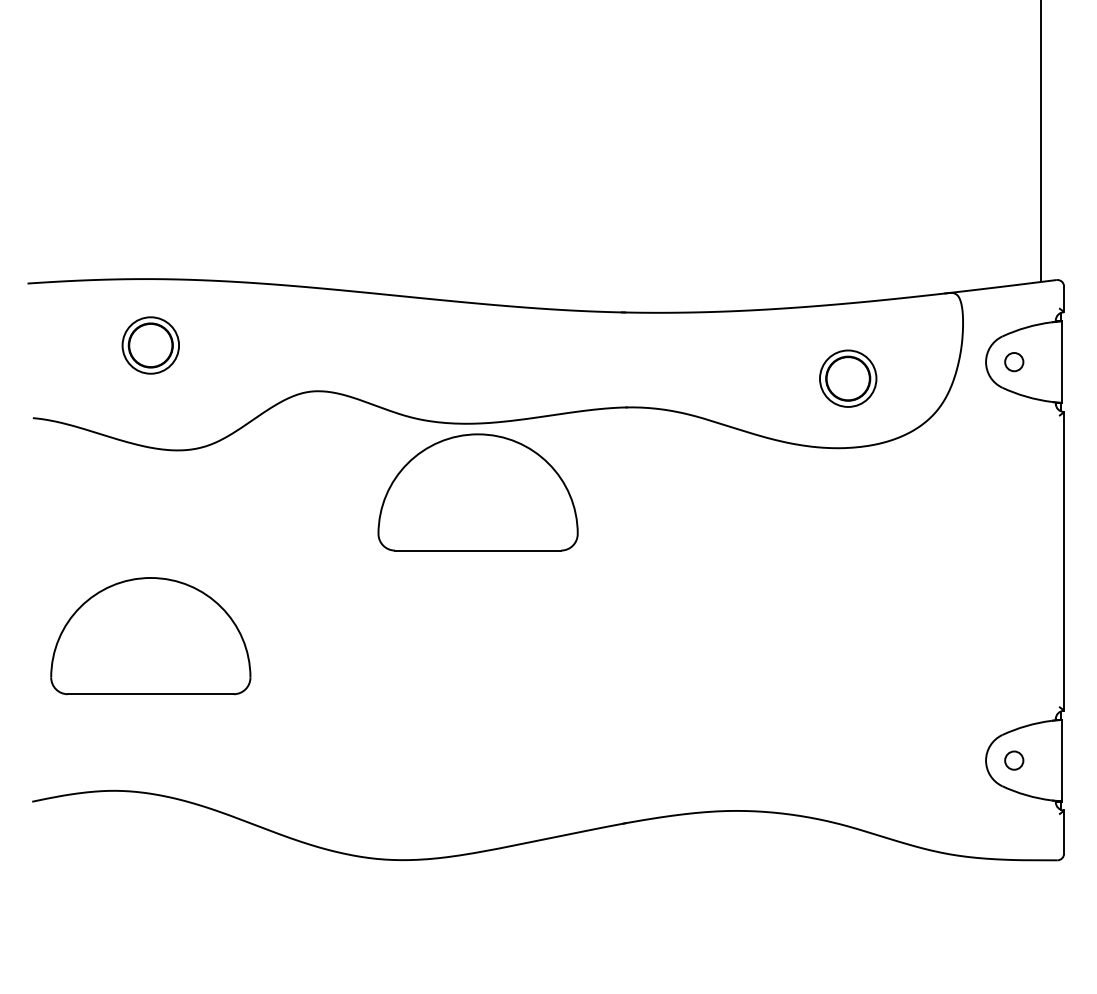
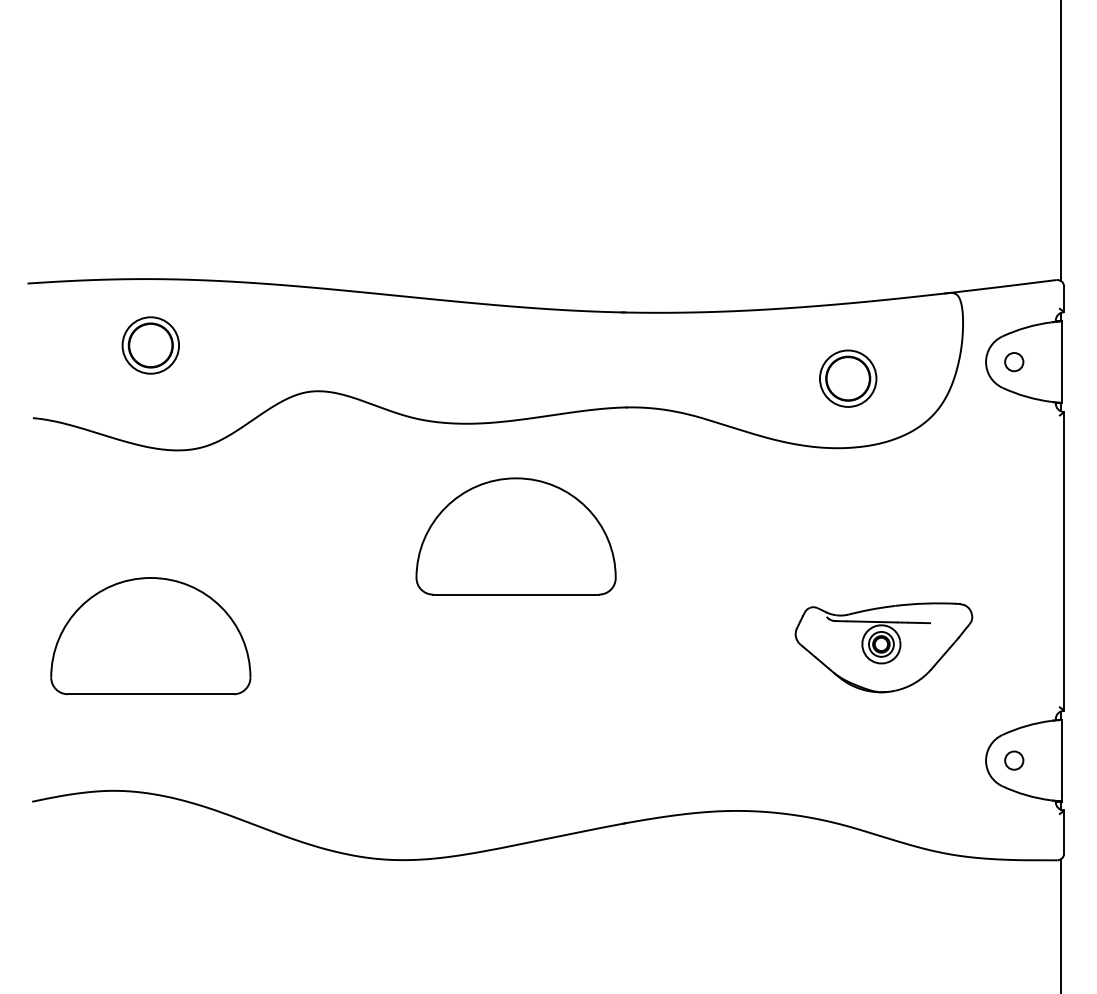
line at (1040, 141) position: (1040, 141) -> (1060, 141)
part at (477, 492) position: (477, 492) -> (515, 536)
part at (883, 647): none -> present
line at (1060, 924): none -> present
